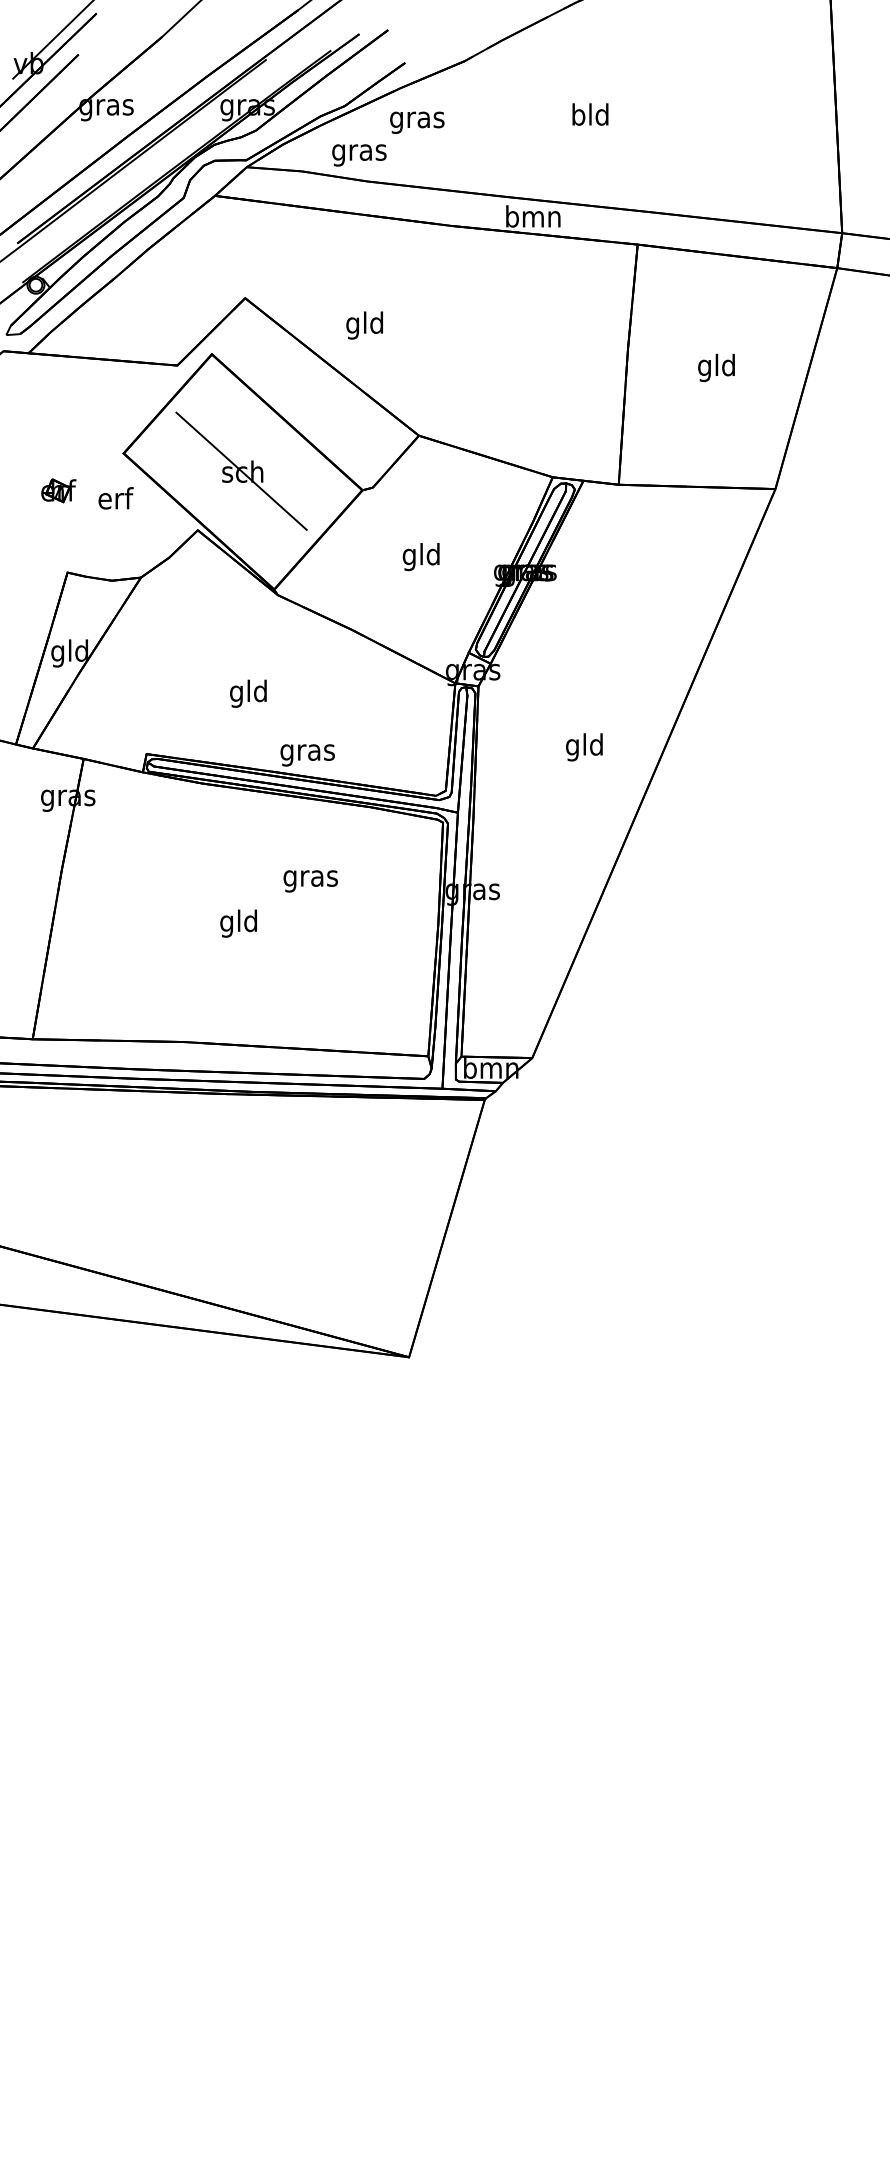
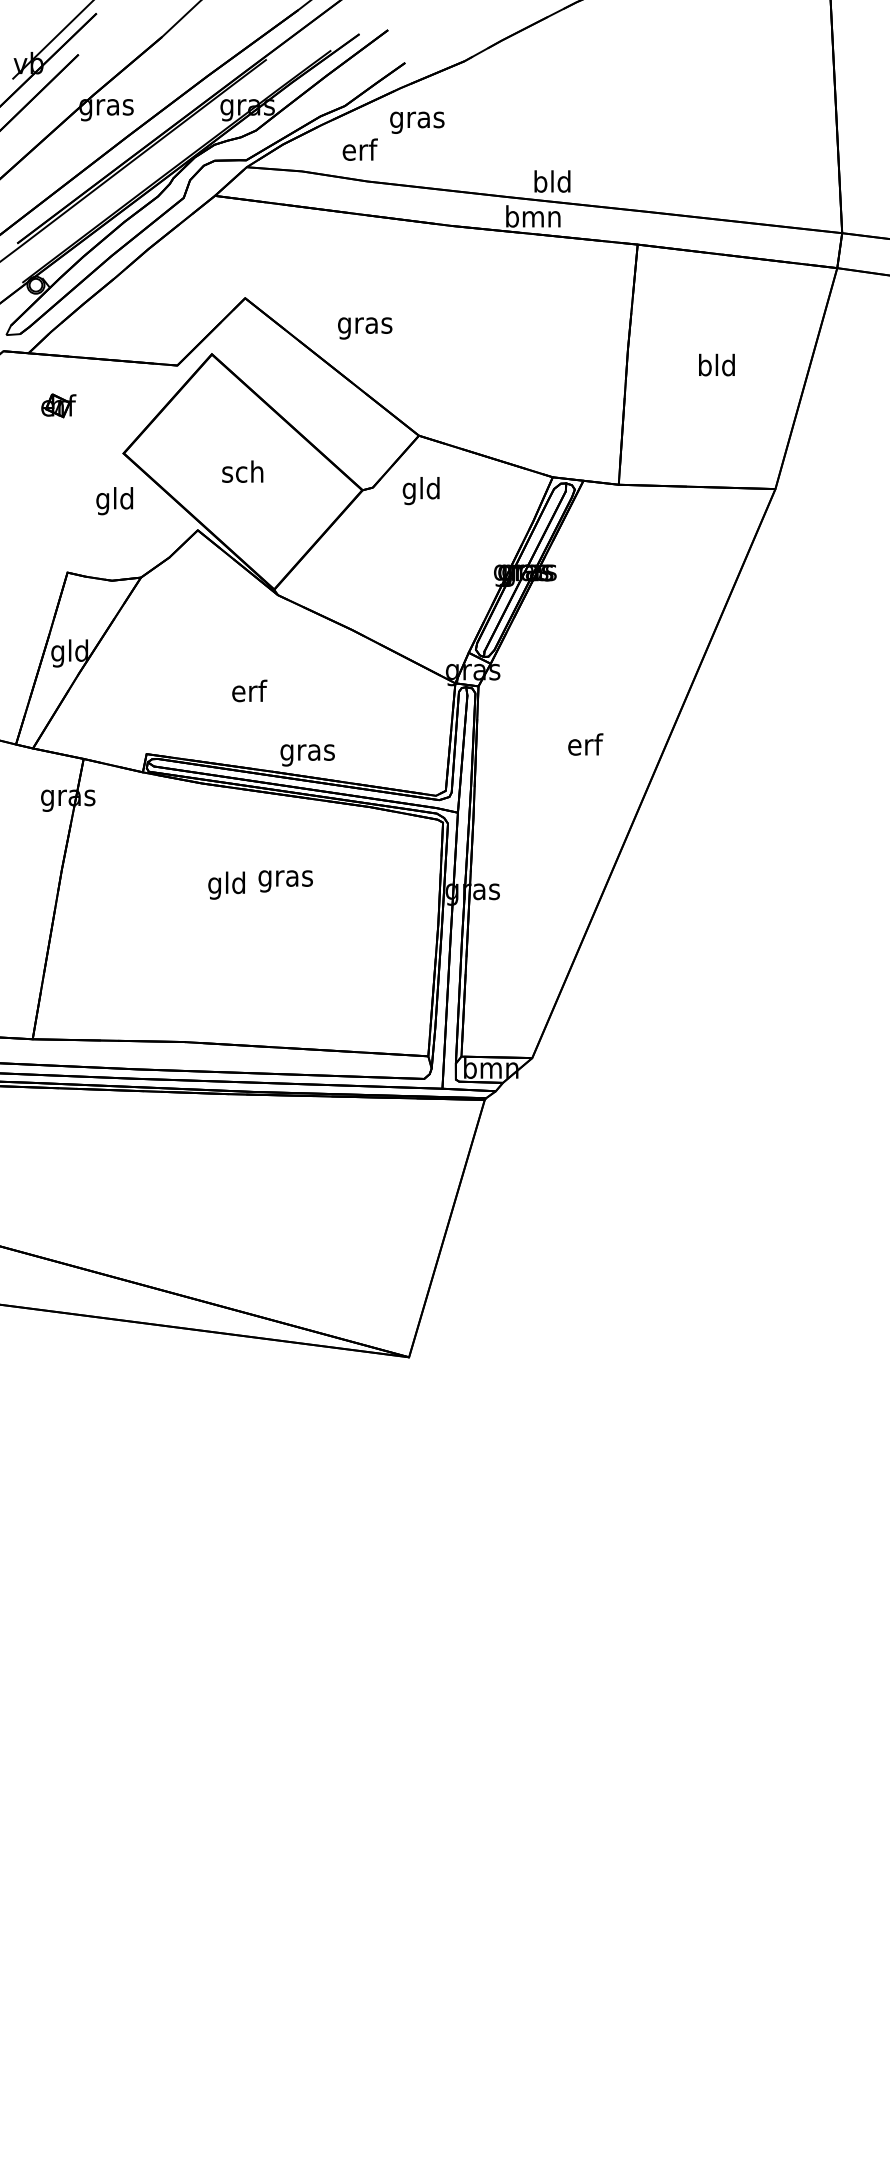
text at (590, 114) position: (590, 114) -> (552, 181)
text at (359, 152): gras -> erf
text at (365, 325): gld -> gras
text at (704, 367): gld -> bld
line at (241, 470): present -> none
part at (58, 490) position: (58, 490) -> (58, 405)
text at (114, 501): erf -> gld
text at (420, 557) position: (420, 557) -> (420, 491)
text at (248, 693): gld -> erf
text at (584, 747): gld -> erf
text at (310, 881) position: (310, 881) -> (285, 881)
text at (238, 923) position: (238, 923) -> (226, 885)
